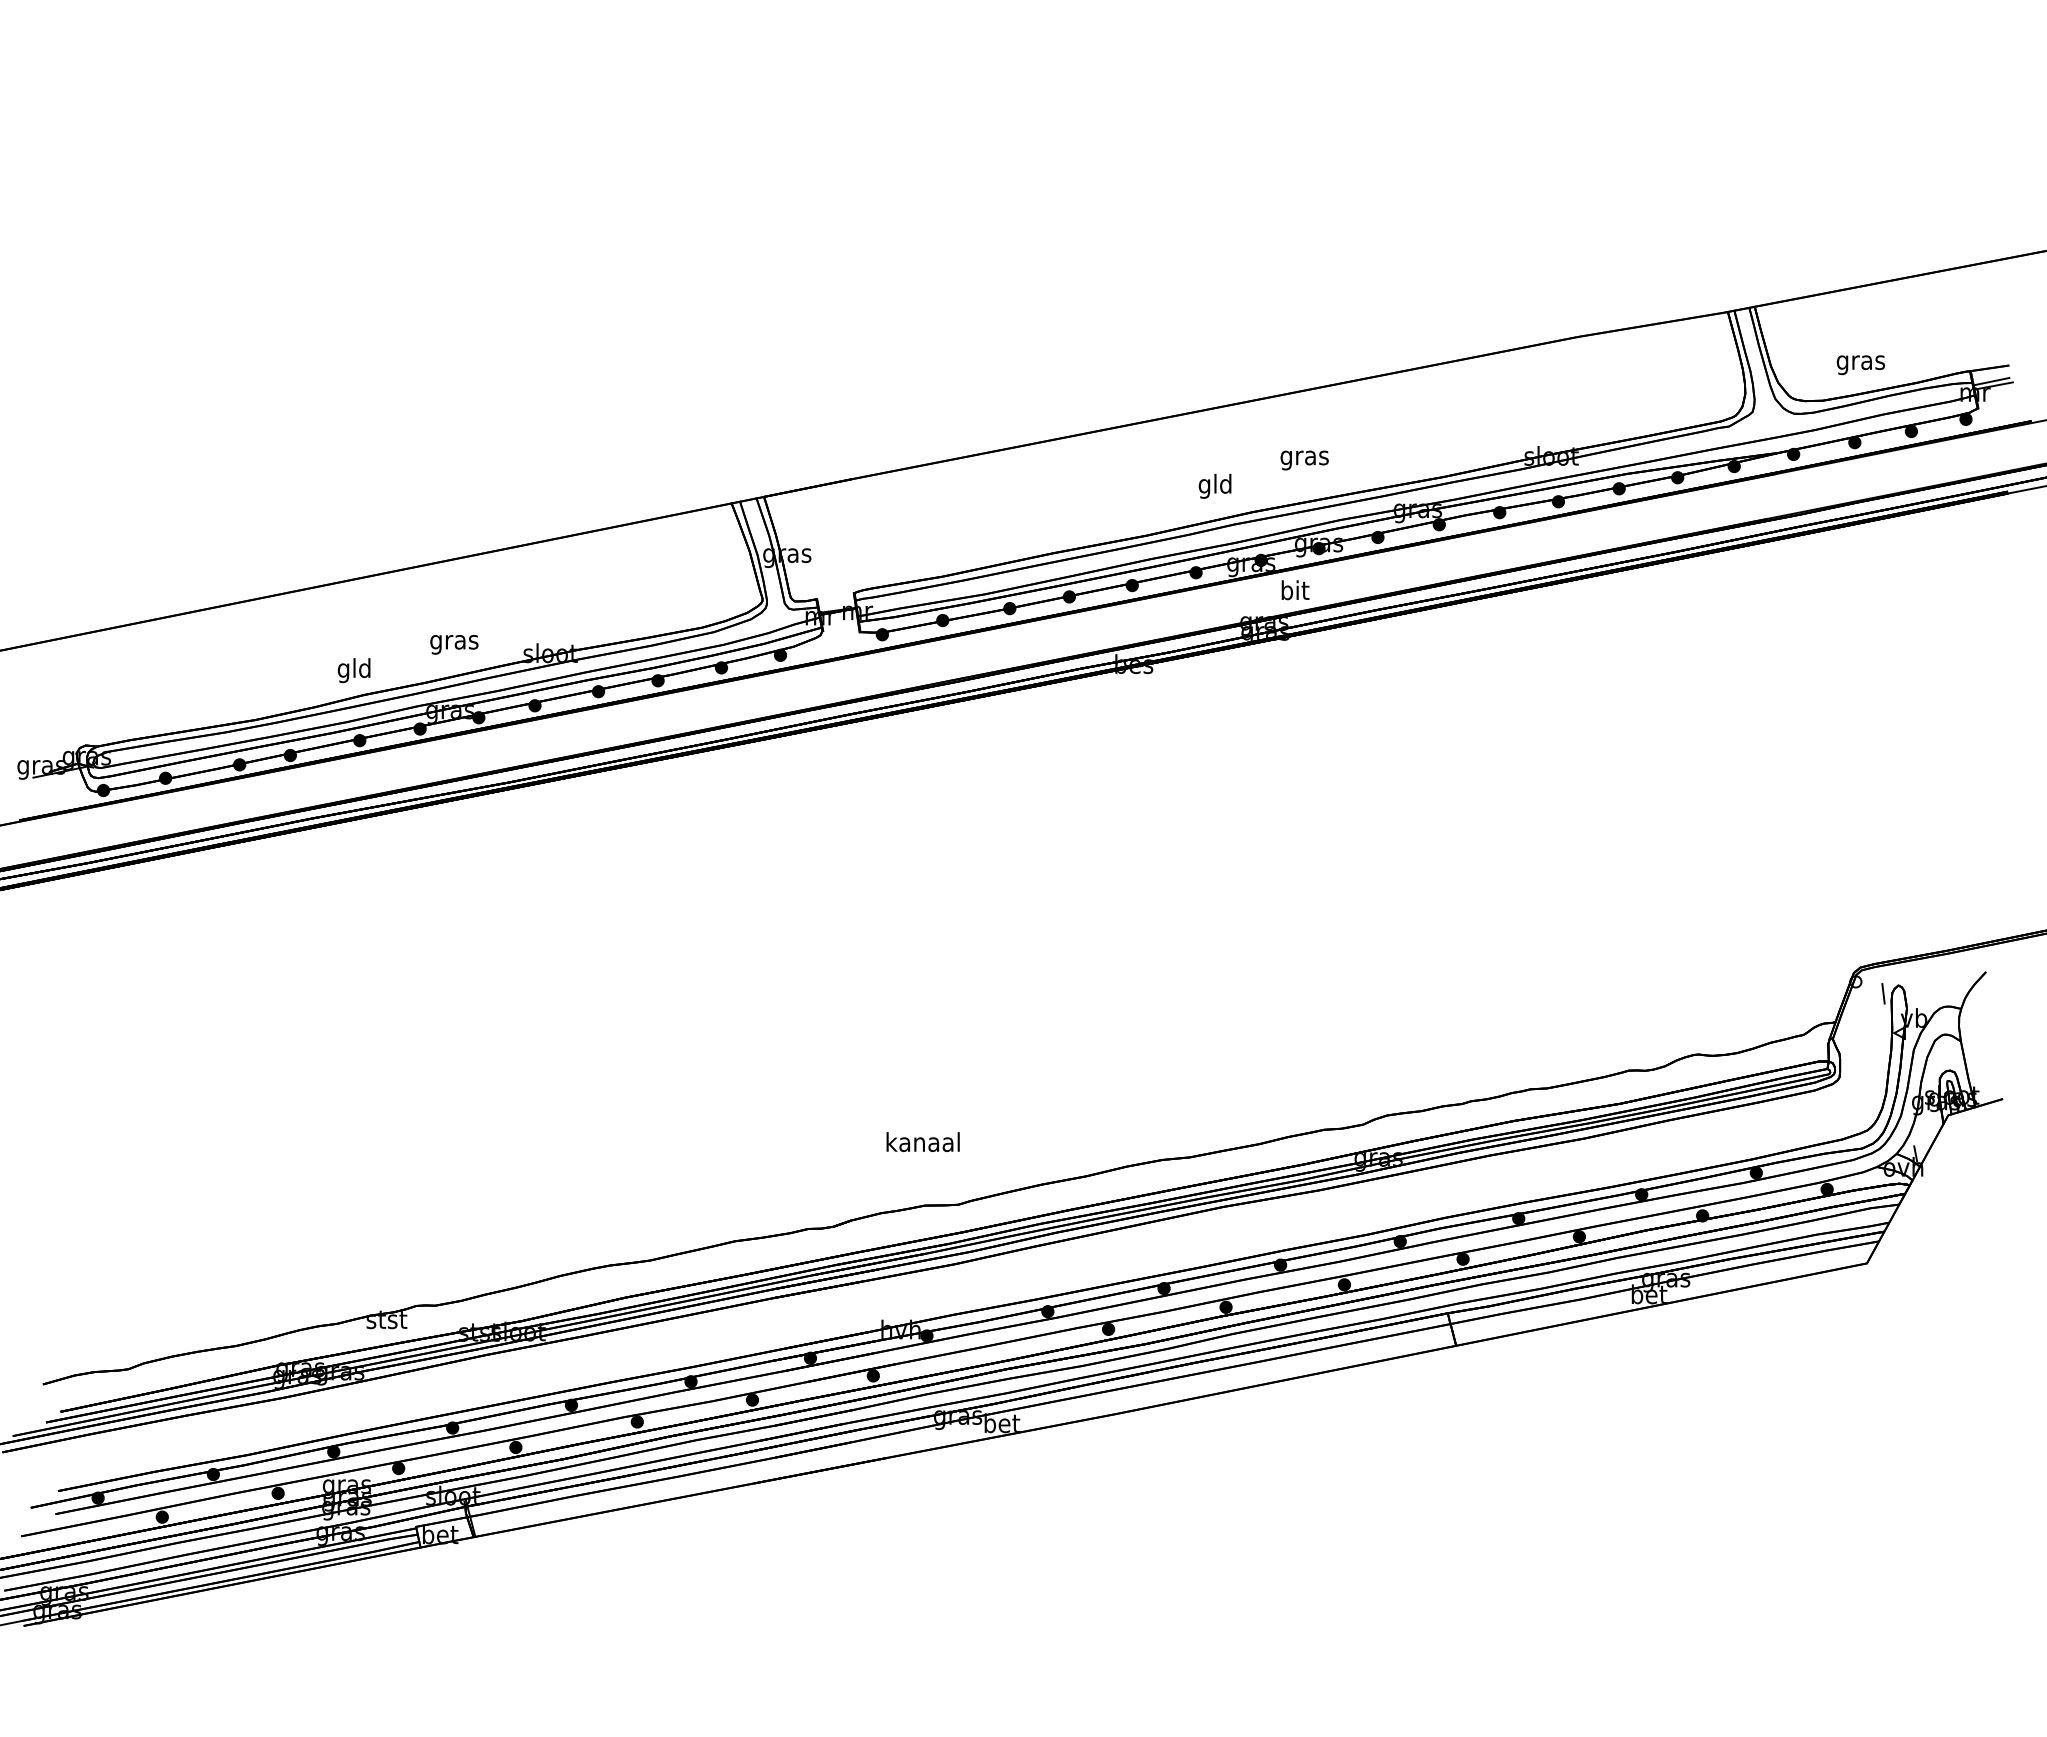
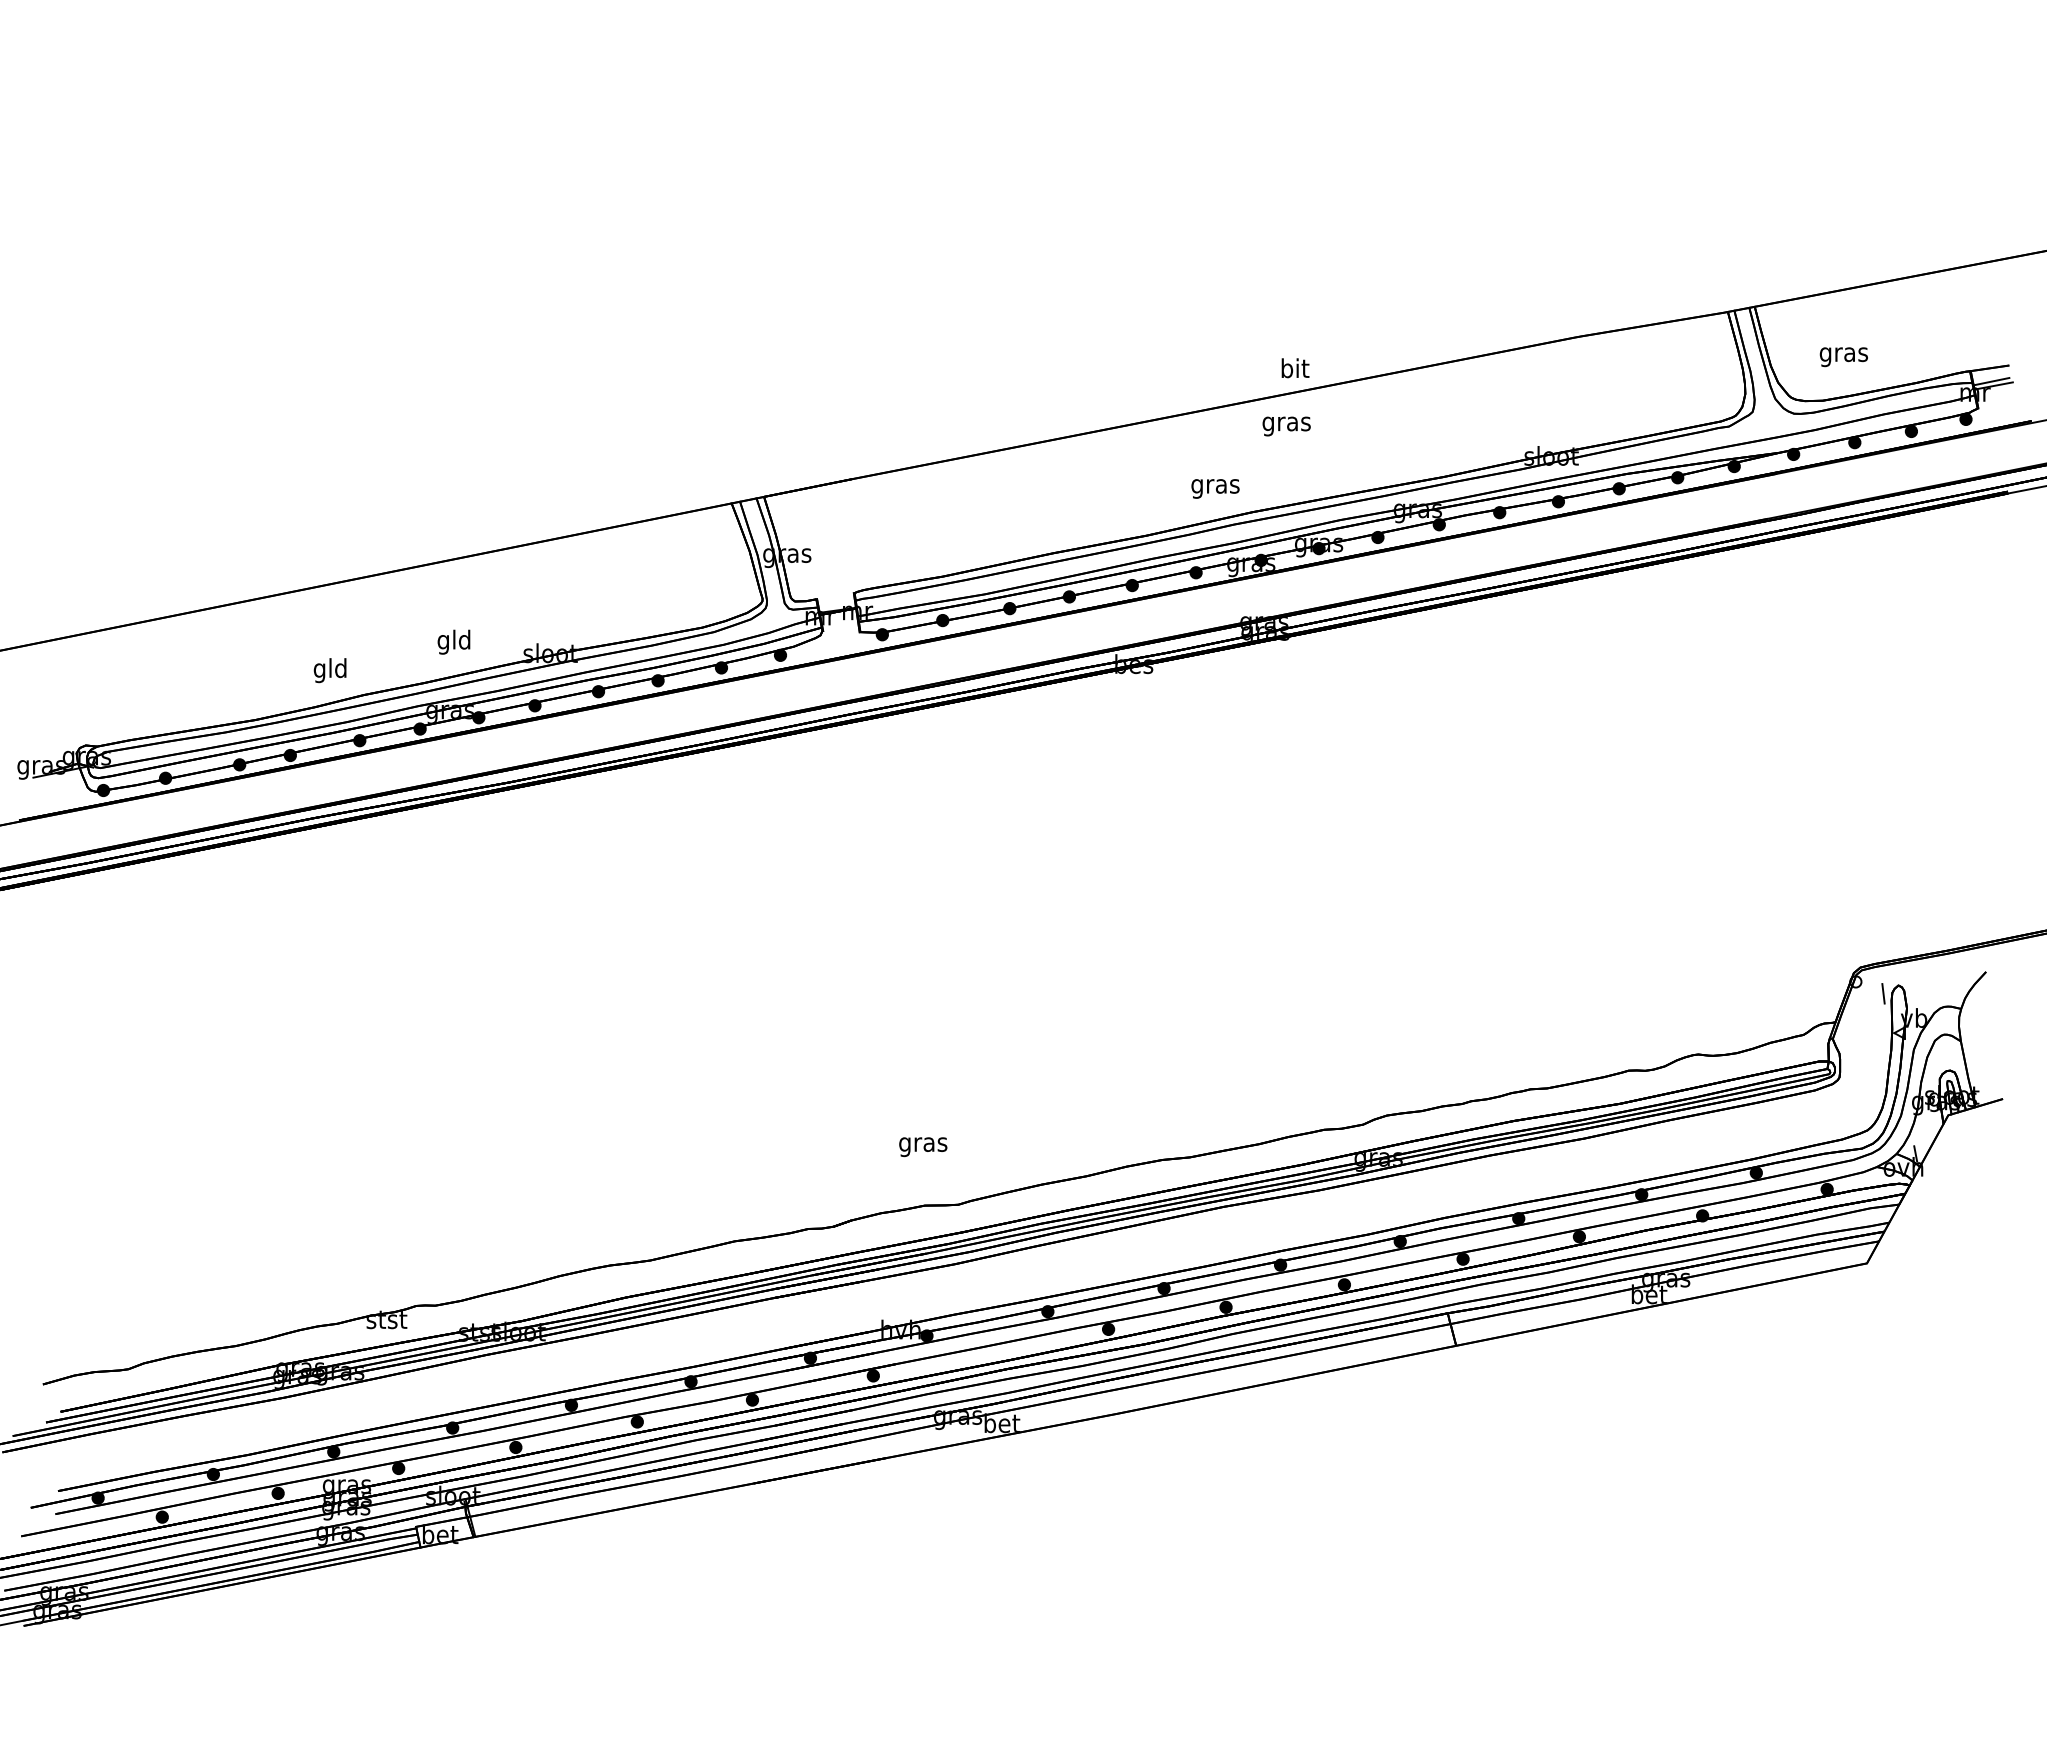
text at (1860, 365) position: (1860, 365) -> (1843, 357)
text at (1304, 460) position: (1304, 460) -> (1286, 426)
text at (1215, 485): gld -> gras
text at (1295, 590) position: (1295, 590) -> (1295, 368)
text at (454, 641): gras -> gld
text at (353, 670) position: (353, 670) -> (329, 670)
text at (922, 1144): kanaal -> gras
